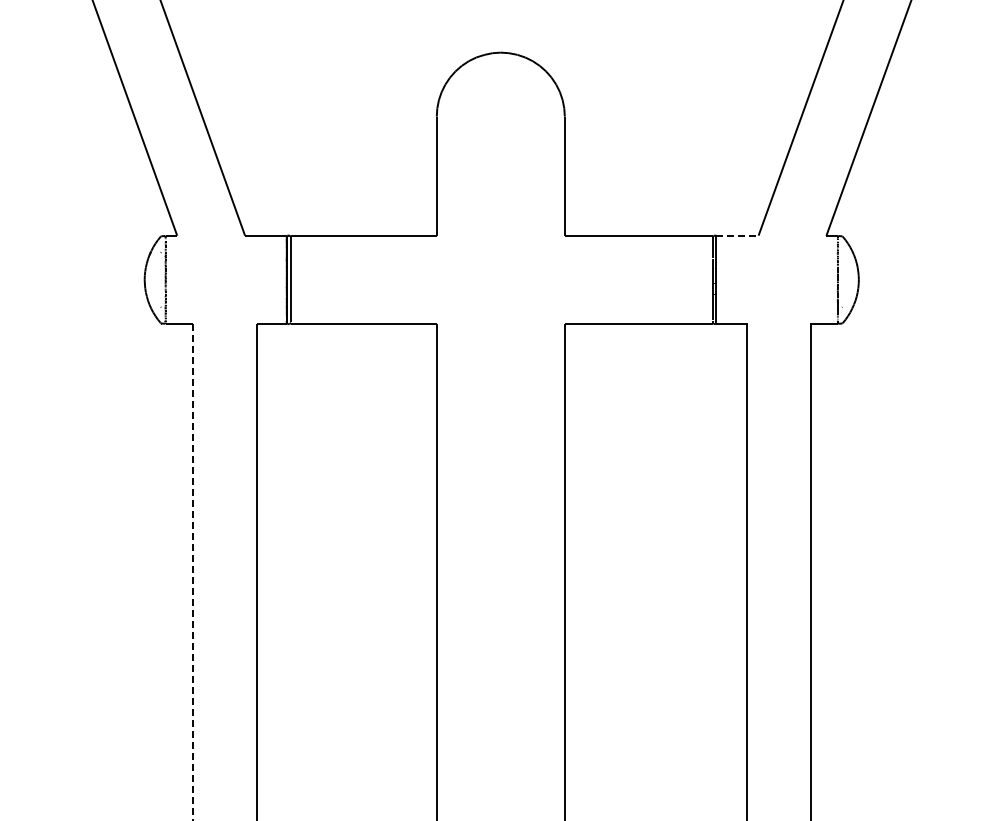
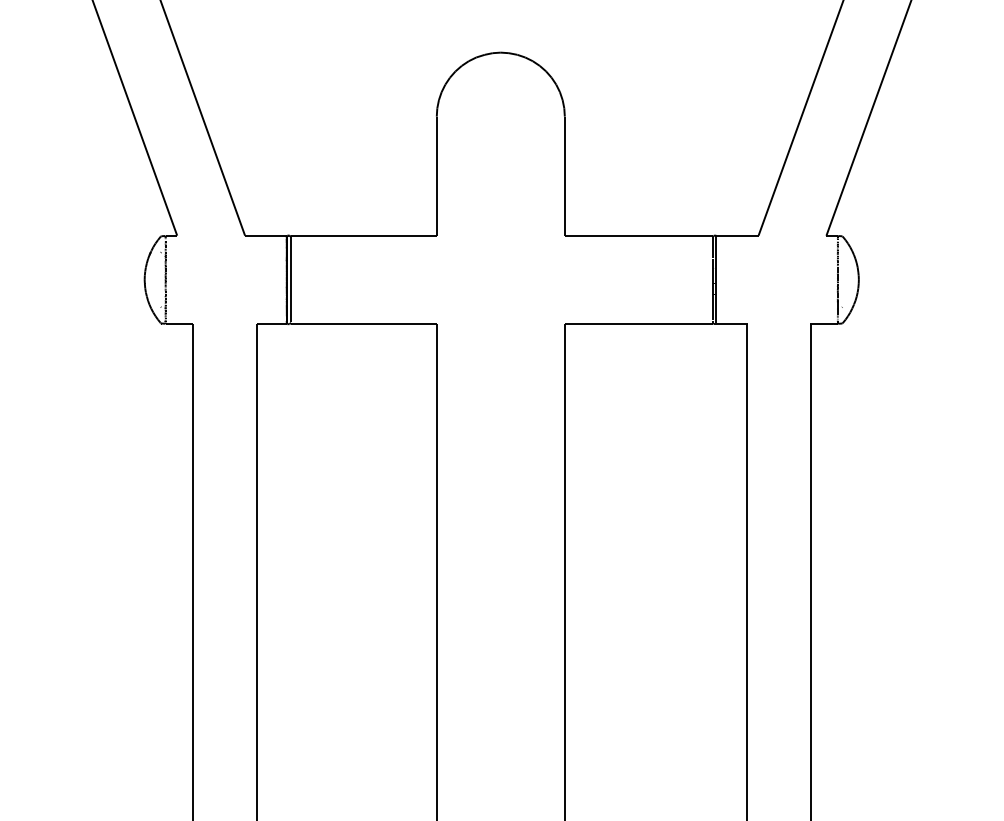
line at (738, 235): dashed -> solid
line at (192, 572): dashed -> solid
